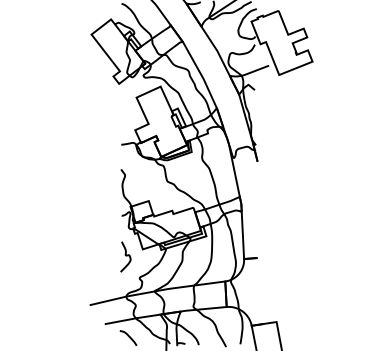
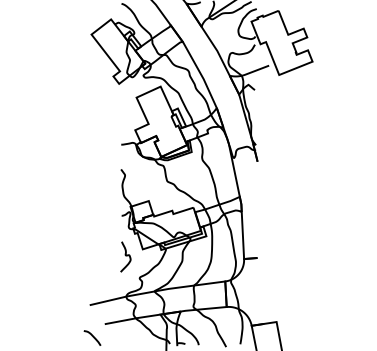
curve at (128, 337) position: (128, 337) -> (92, 337)
